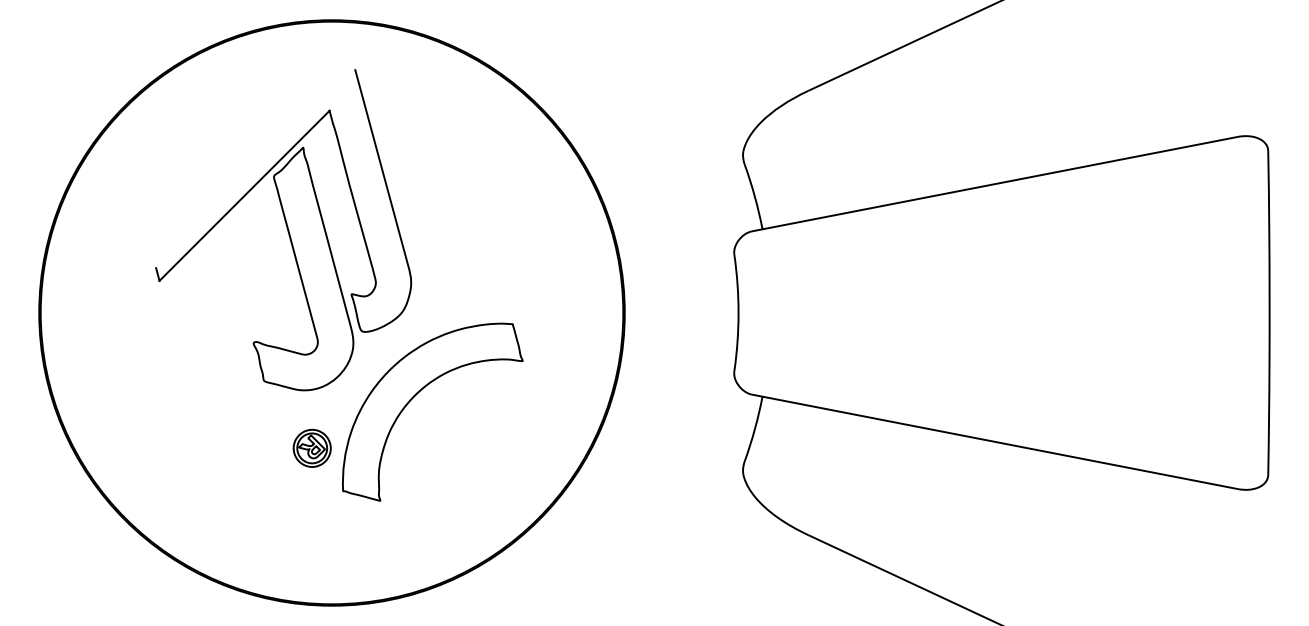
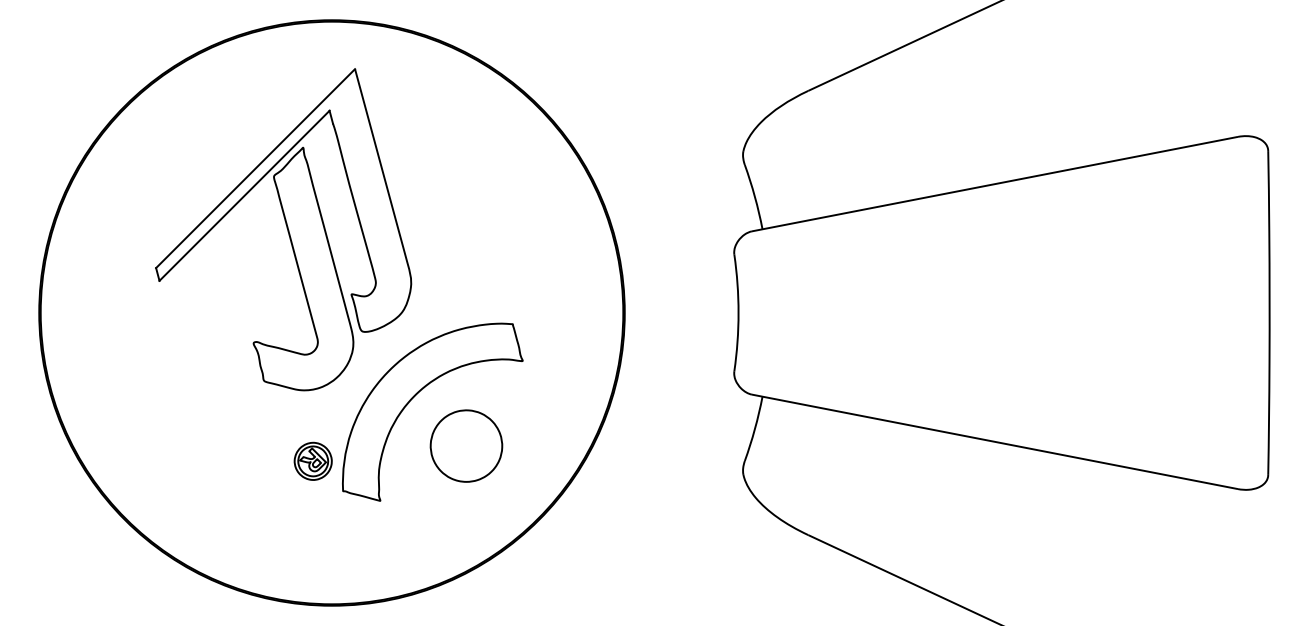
line at (255, 168): none -> present
part at (466, 445): none -> present
part at (311, 447) position: (311, 447) -> (312, 460)
